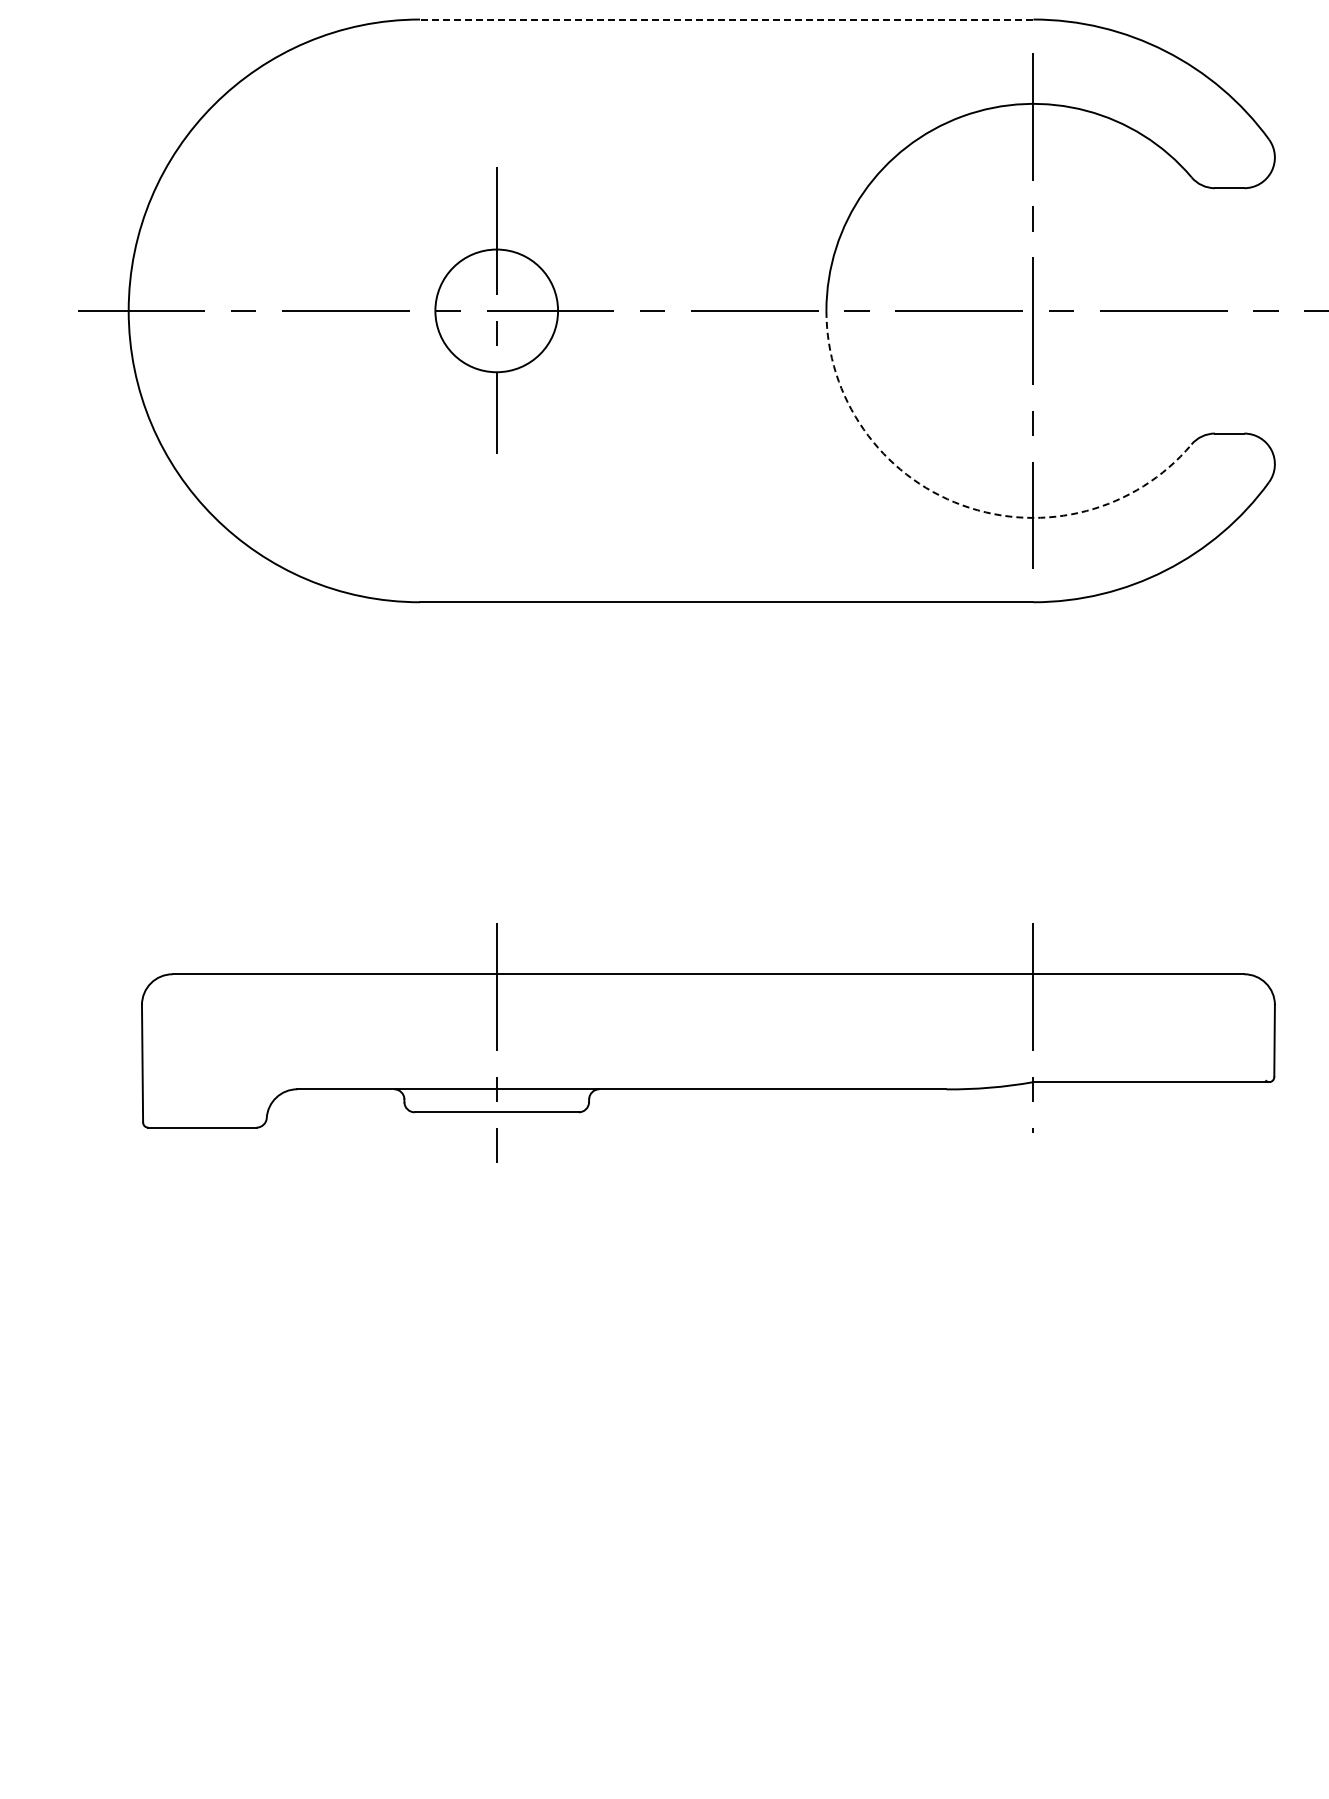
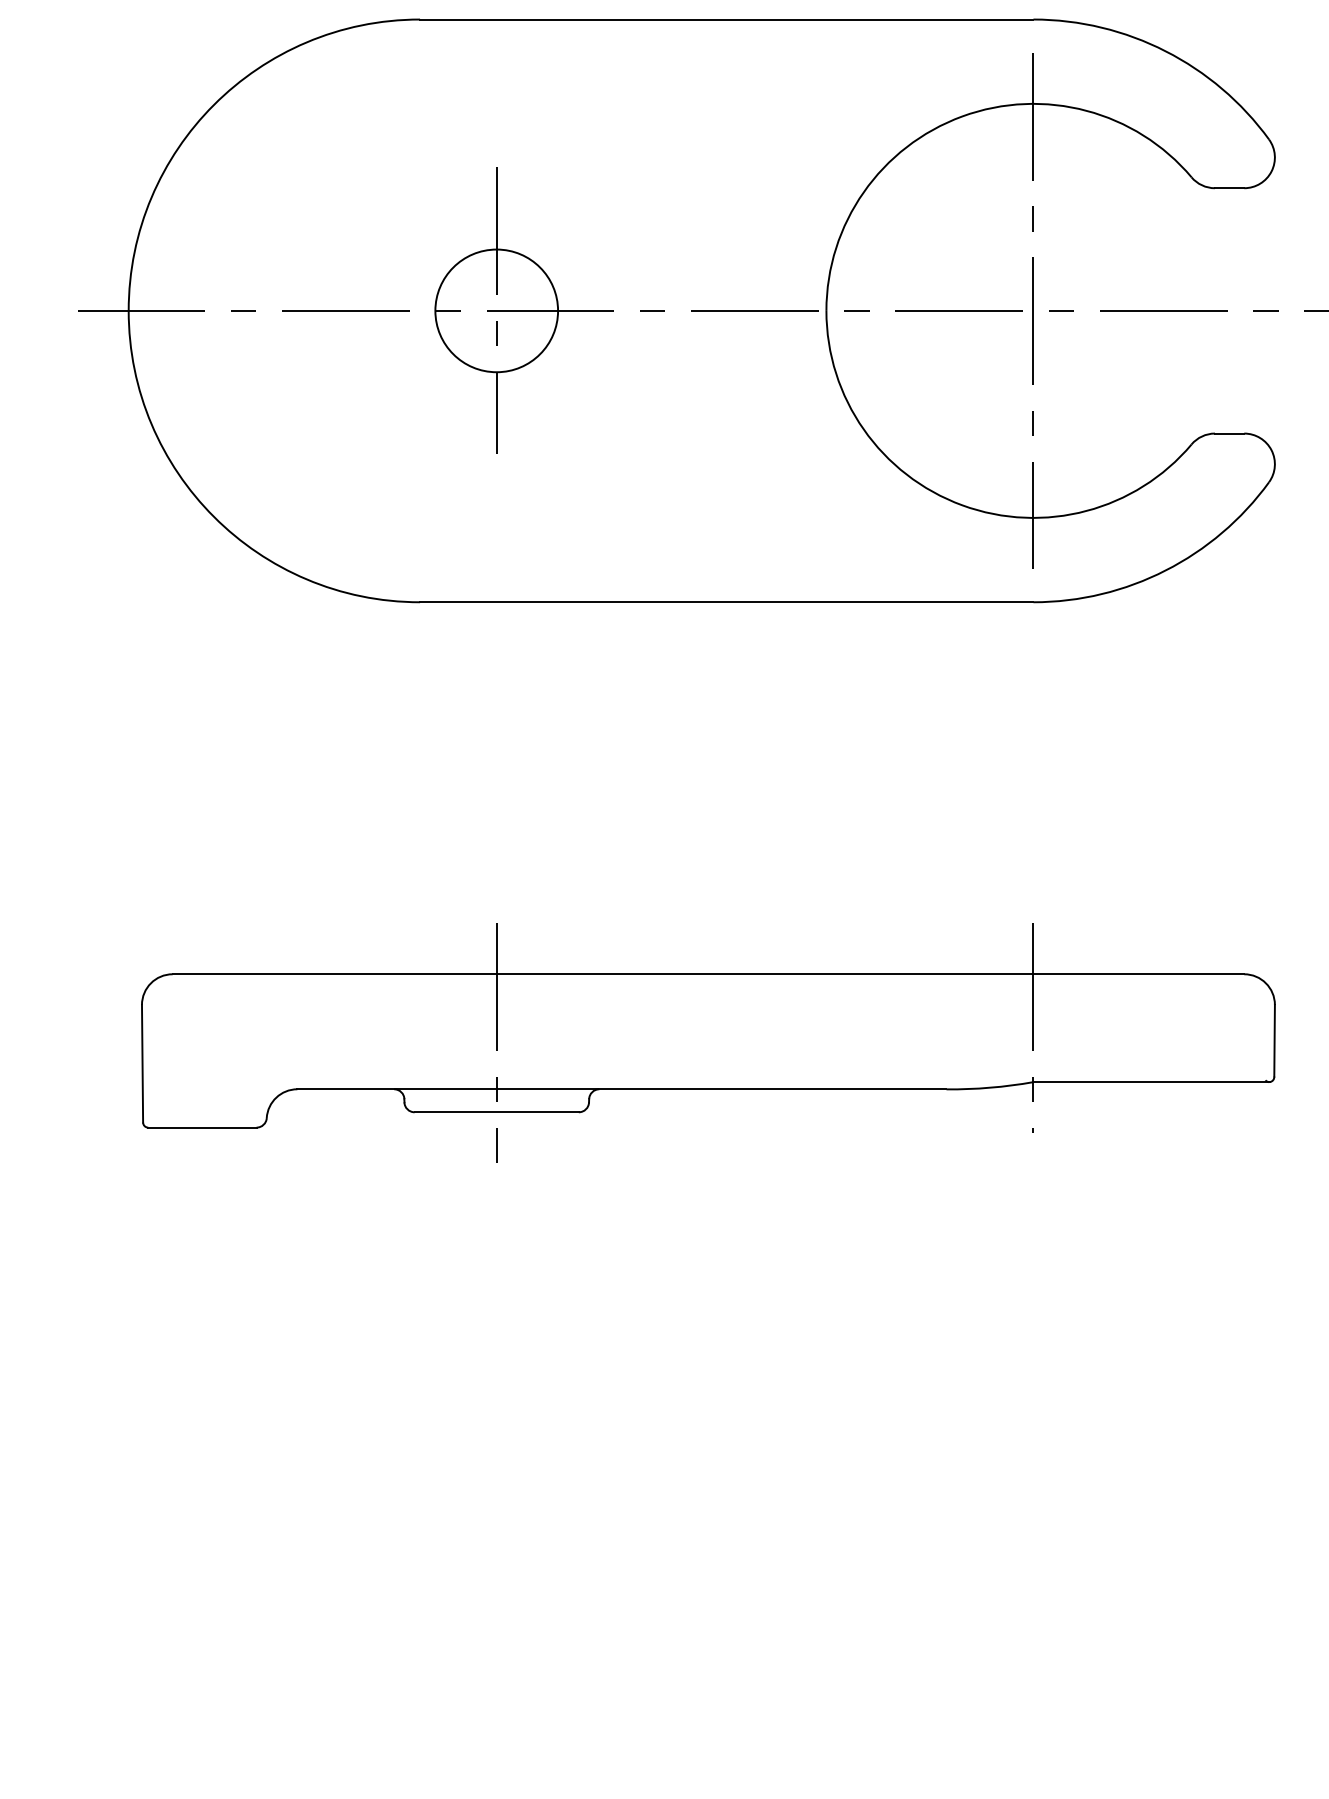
line at (726, 19): dashed -> solid
arc at (962, 505): dashed -> solid
